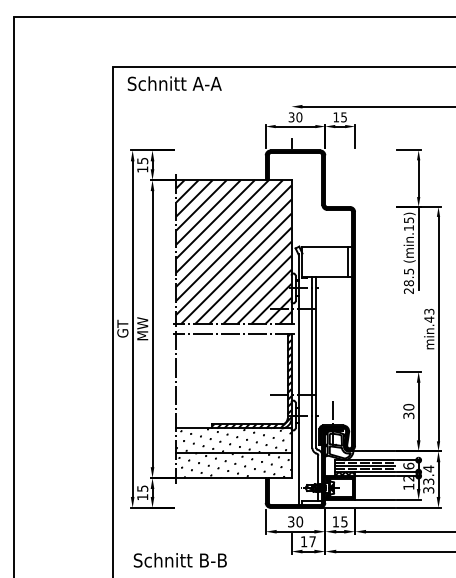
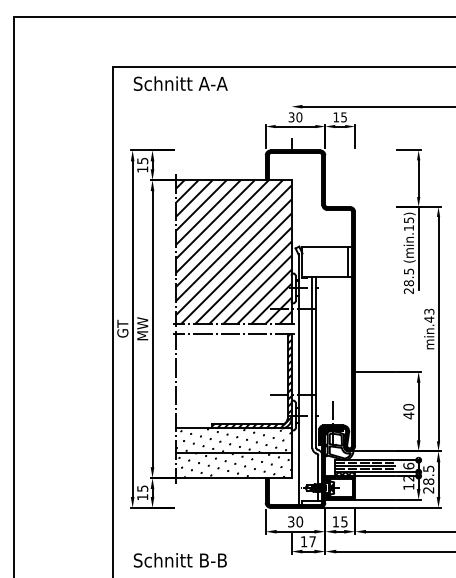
text at (174, 83) position: (174, 83) -> (180, 83)
line at (374, 371): none -> present
text at (408, 415): 30 -> 40
text at (428, 479): 33.4 -> 28.5
